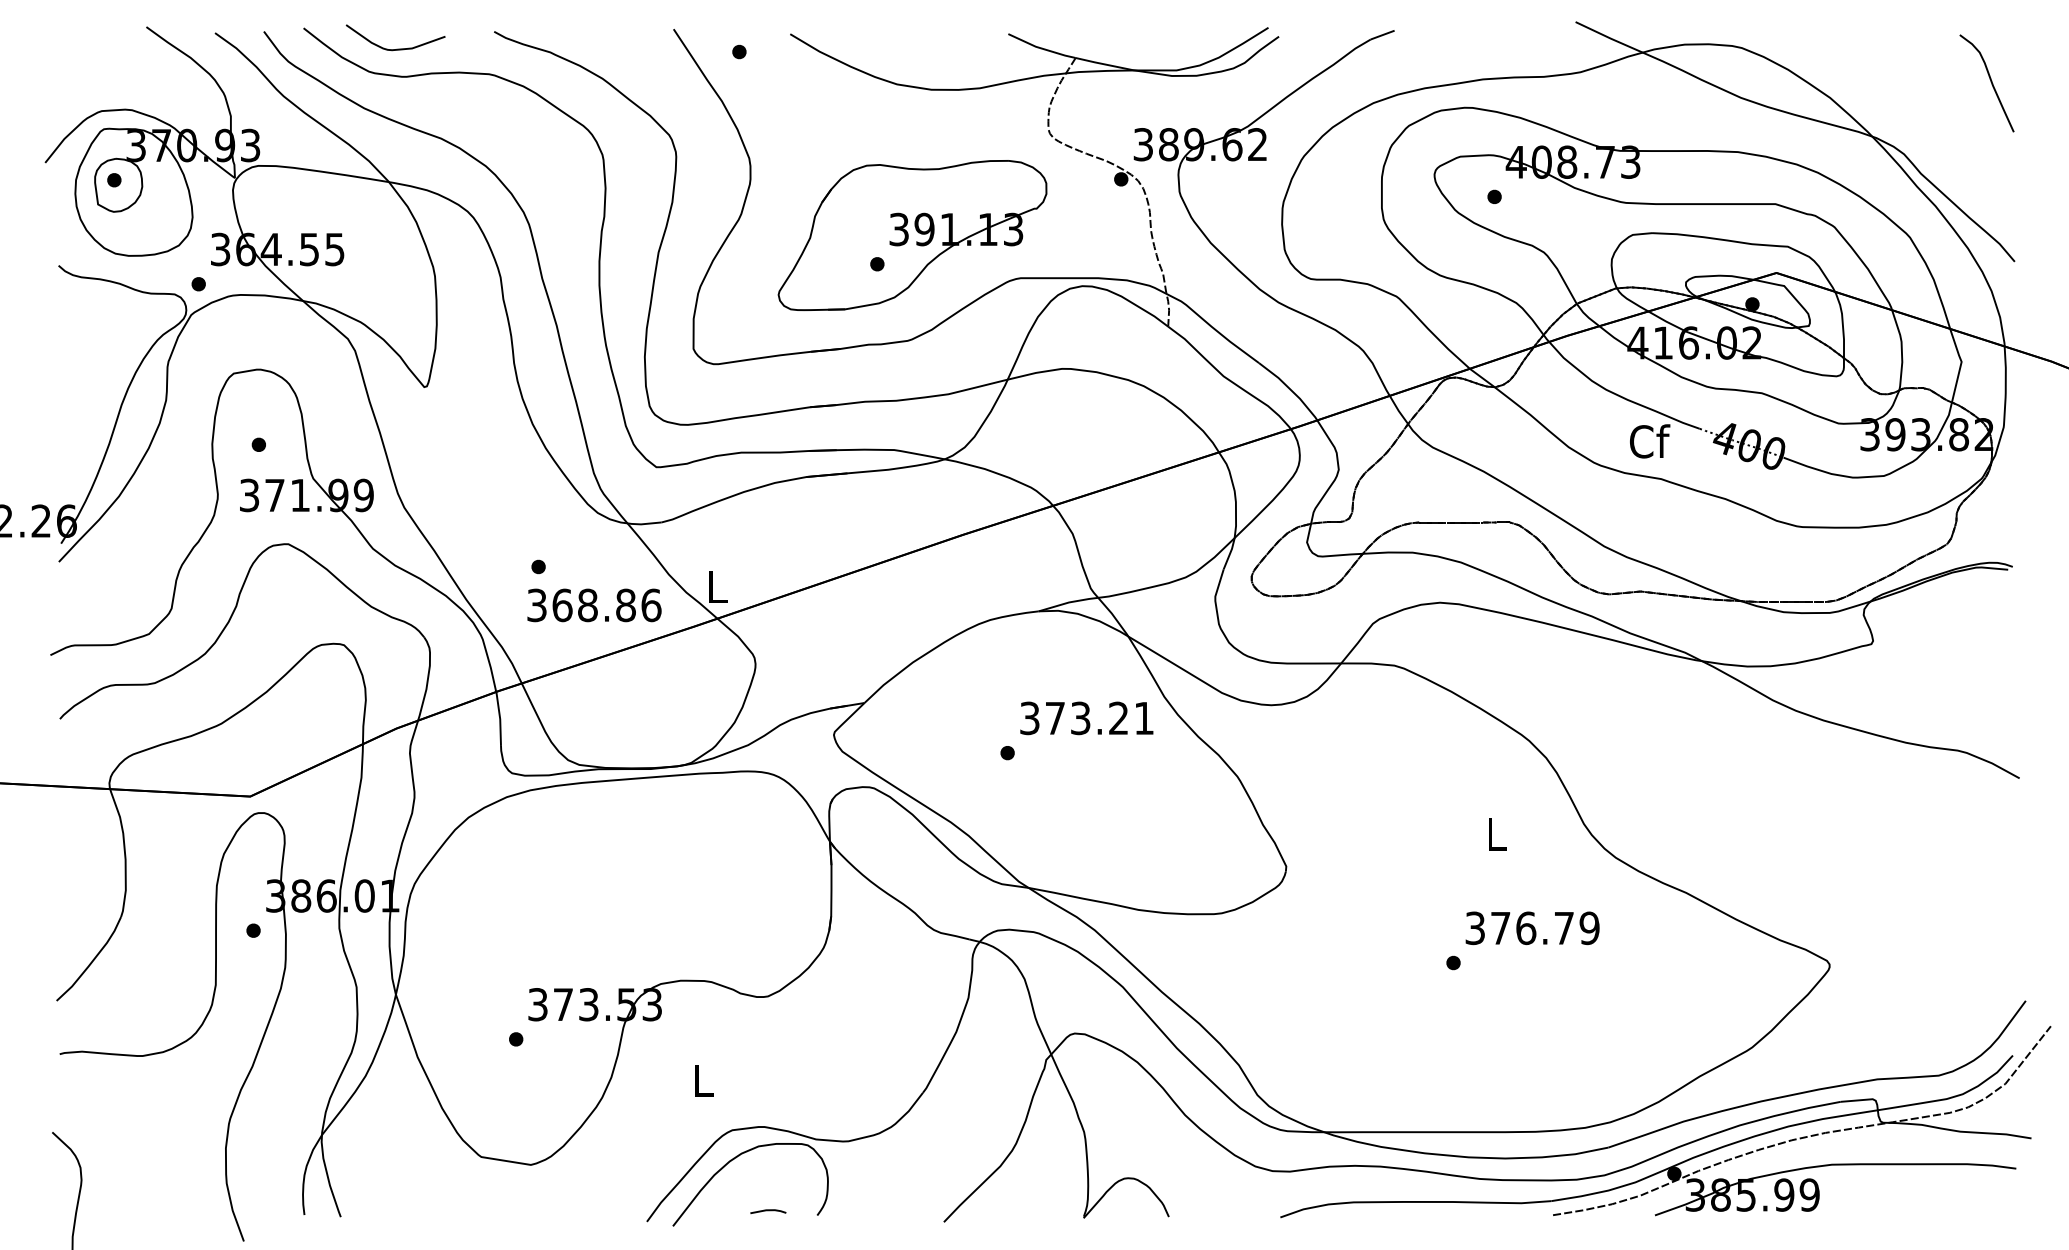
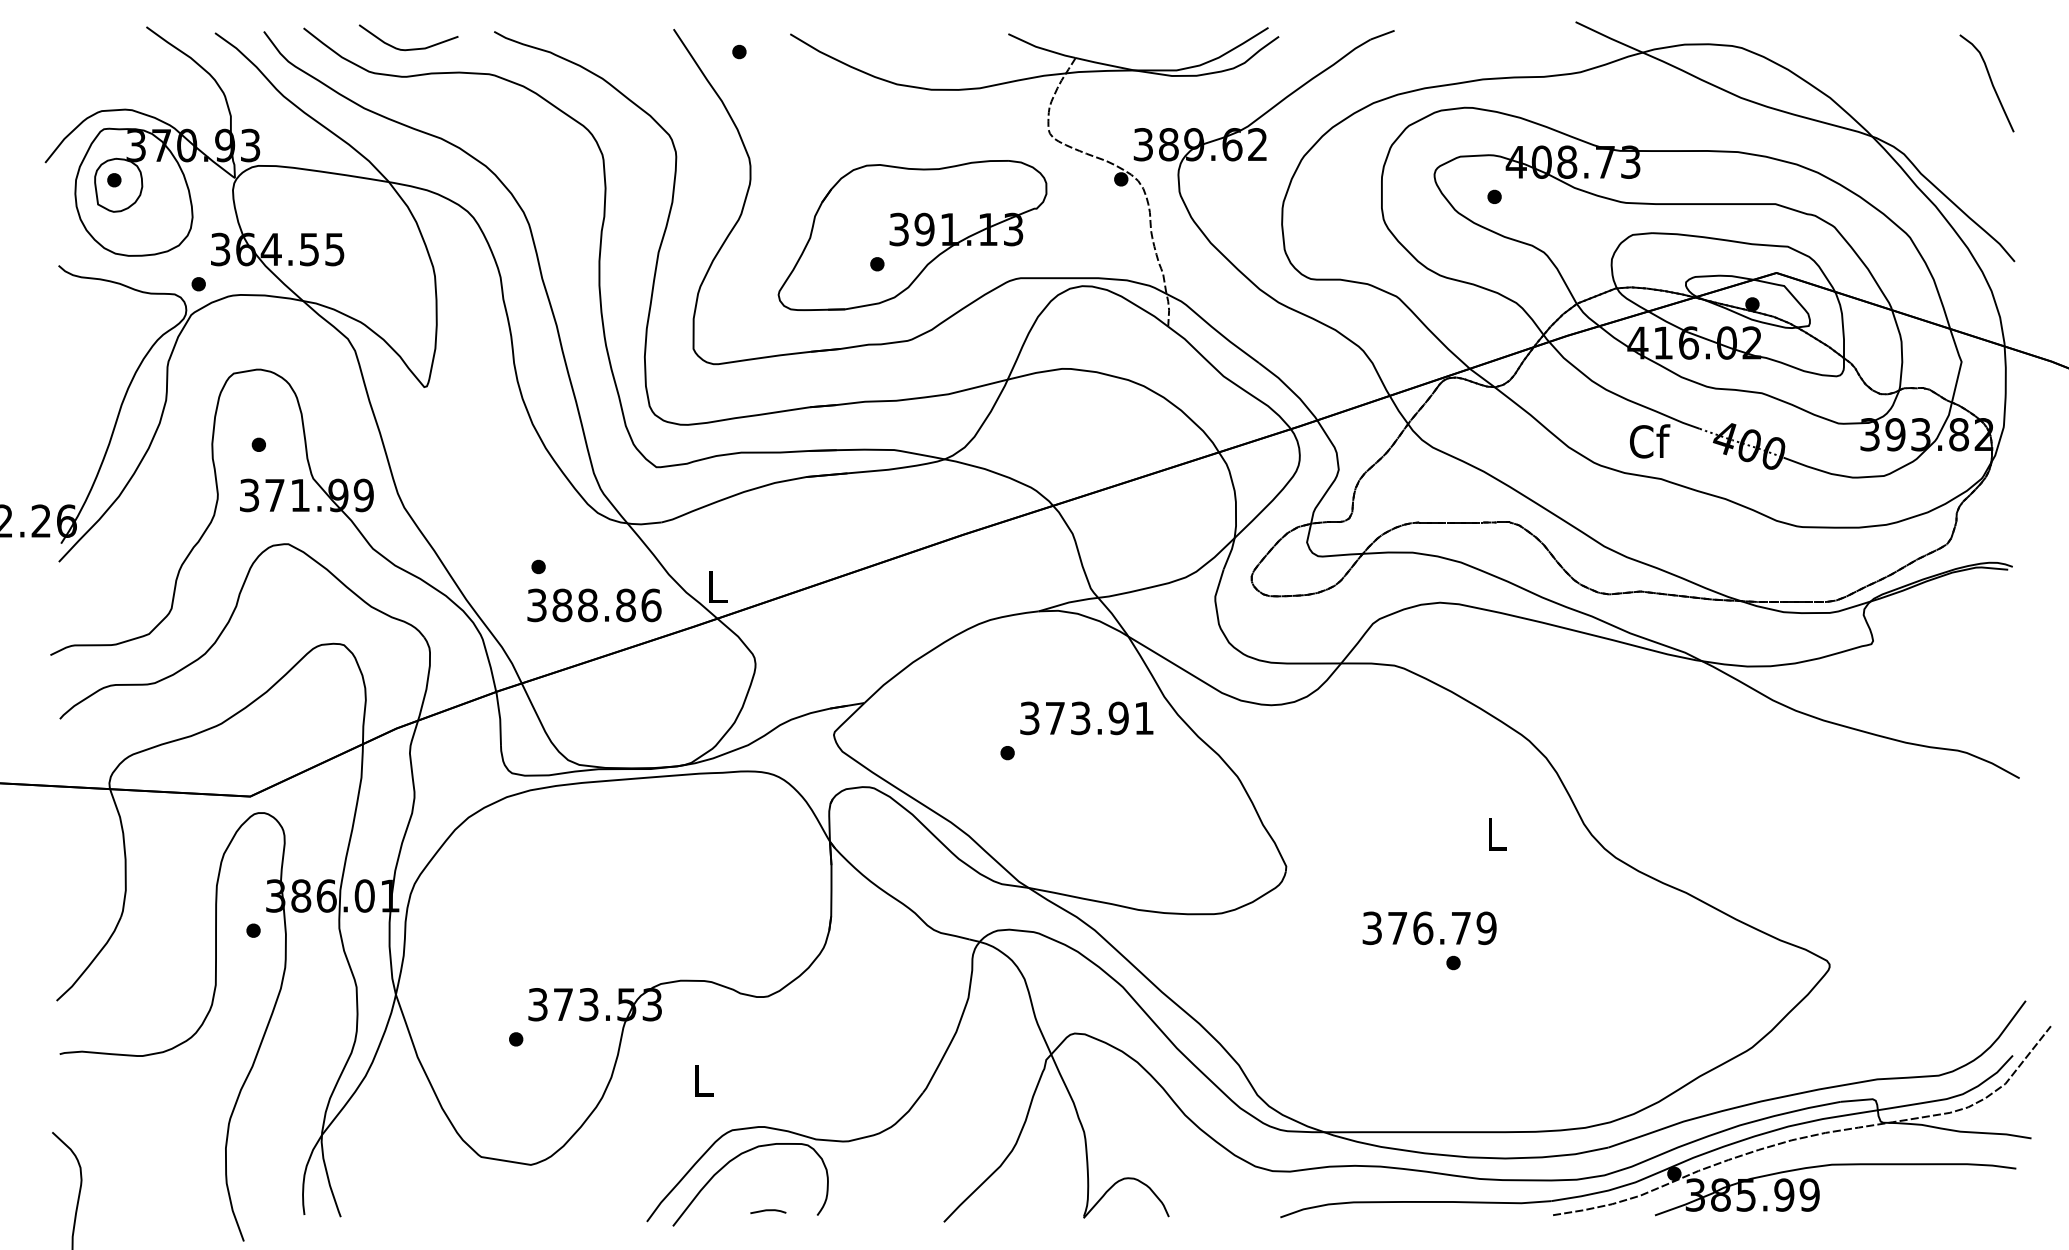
curve at (396, 48) position: (396, 48) -> (409, 48)
text at (562, 605): 368.86 -> 388.86
text at (1118, 718): 373.21 -> 373.91
text at (1532, 928) position: (1532, 928) -> (1429, 928)
